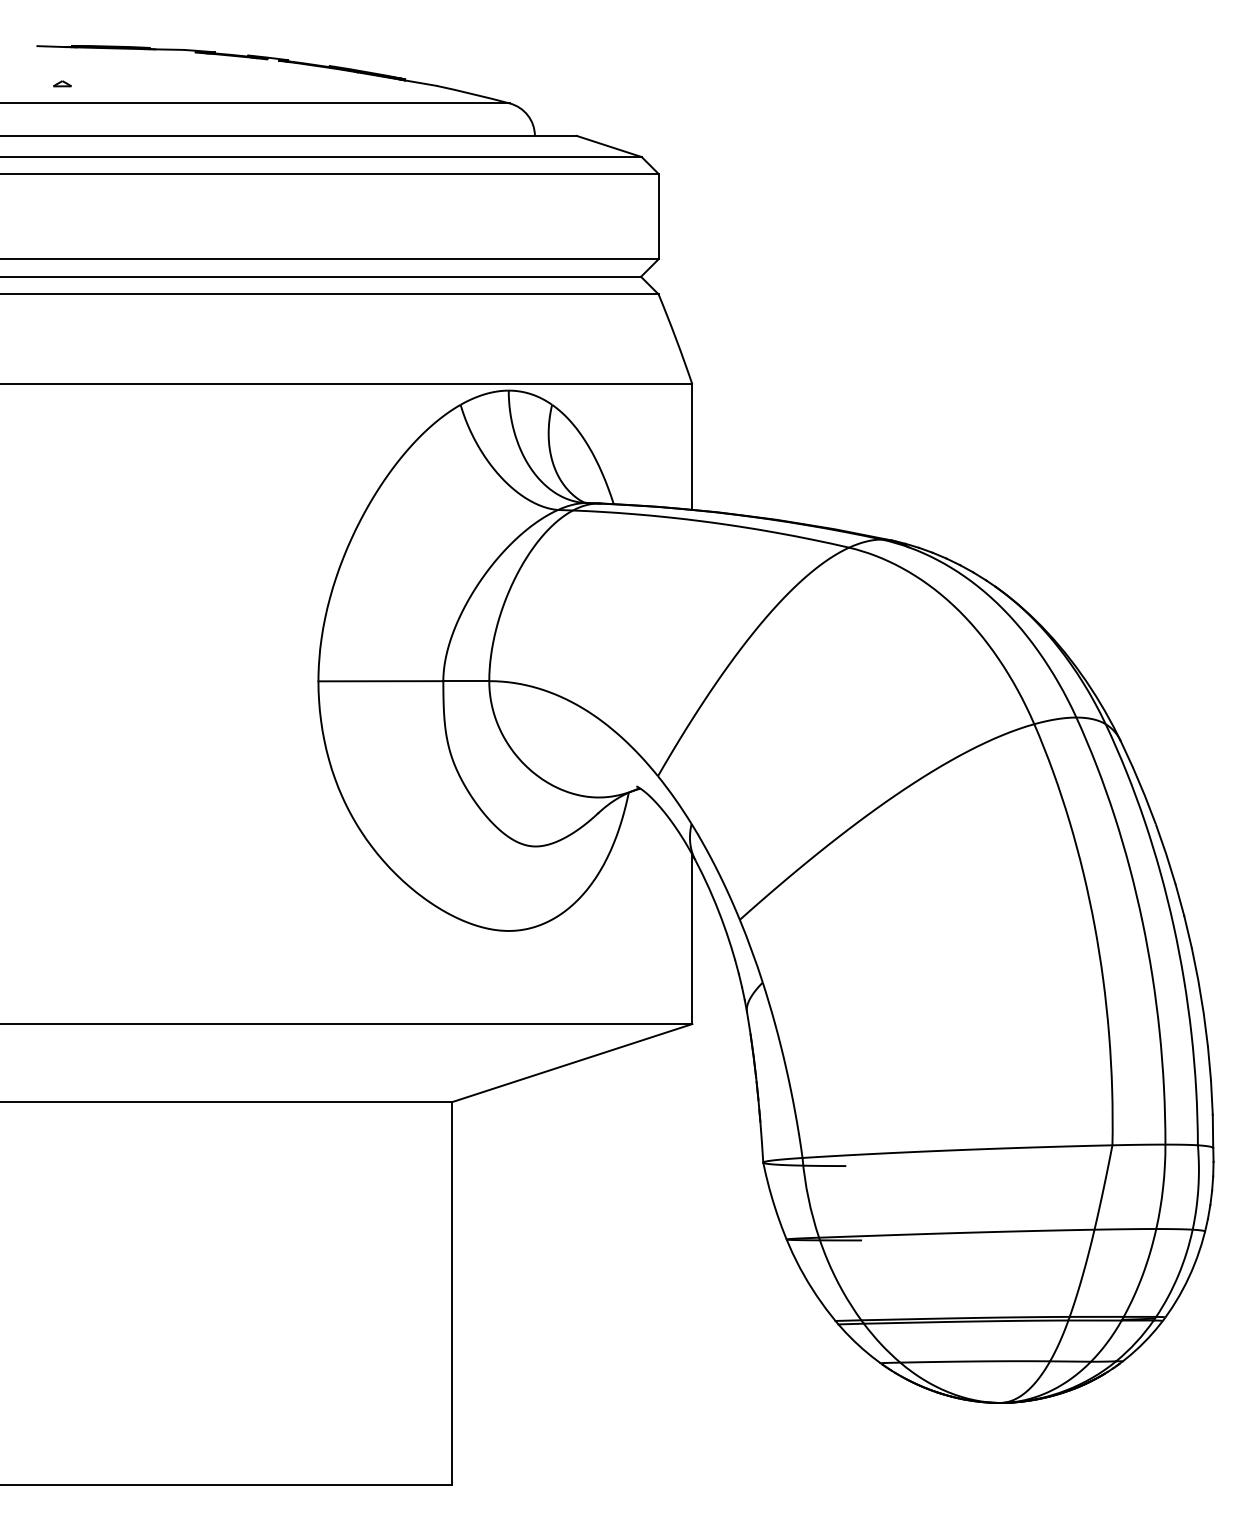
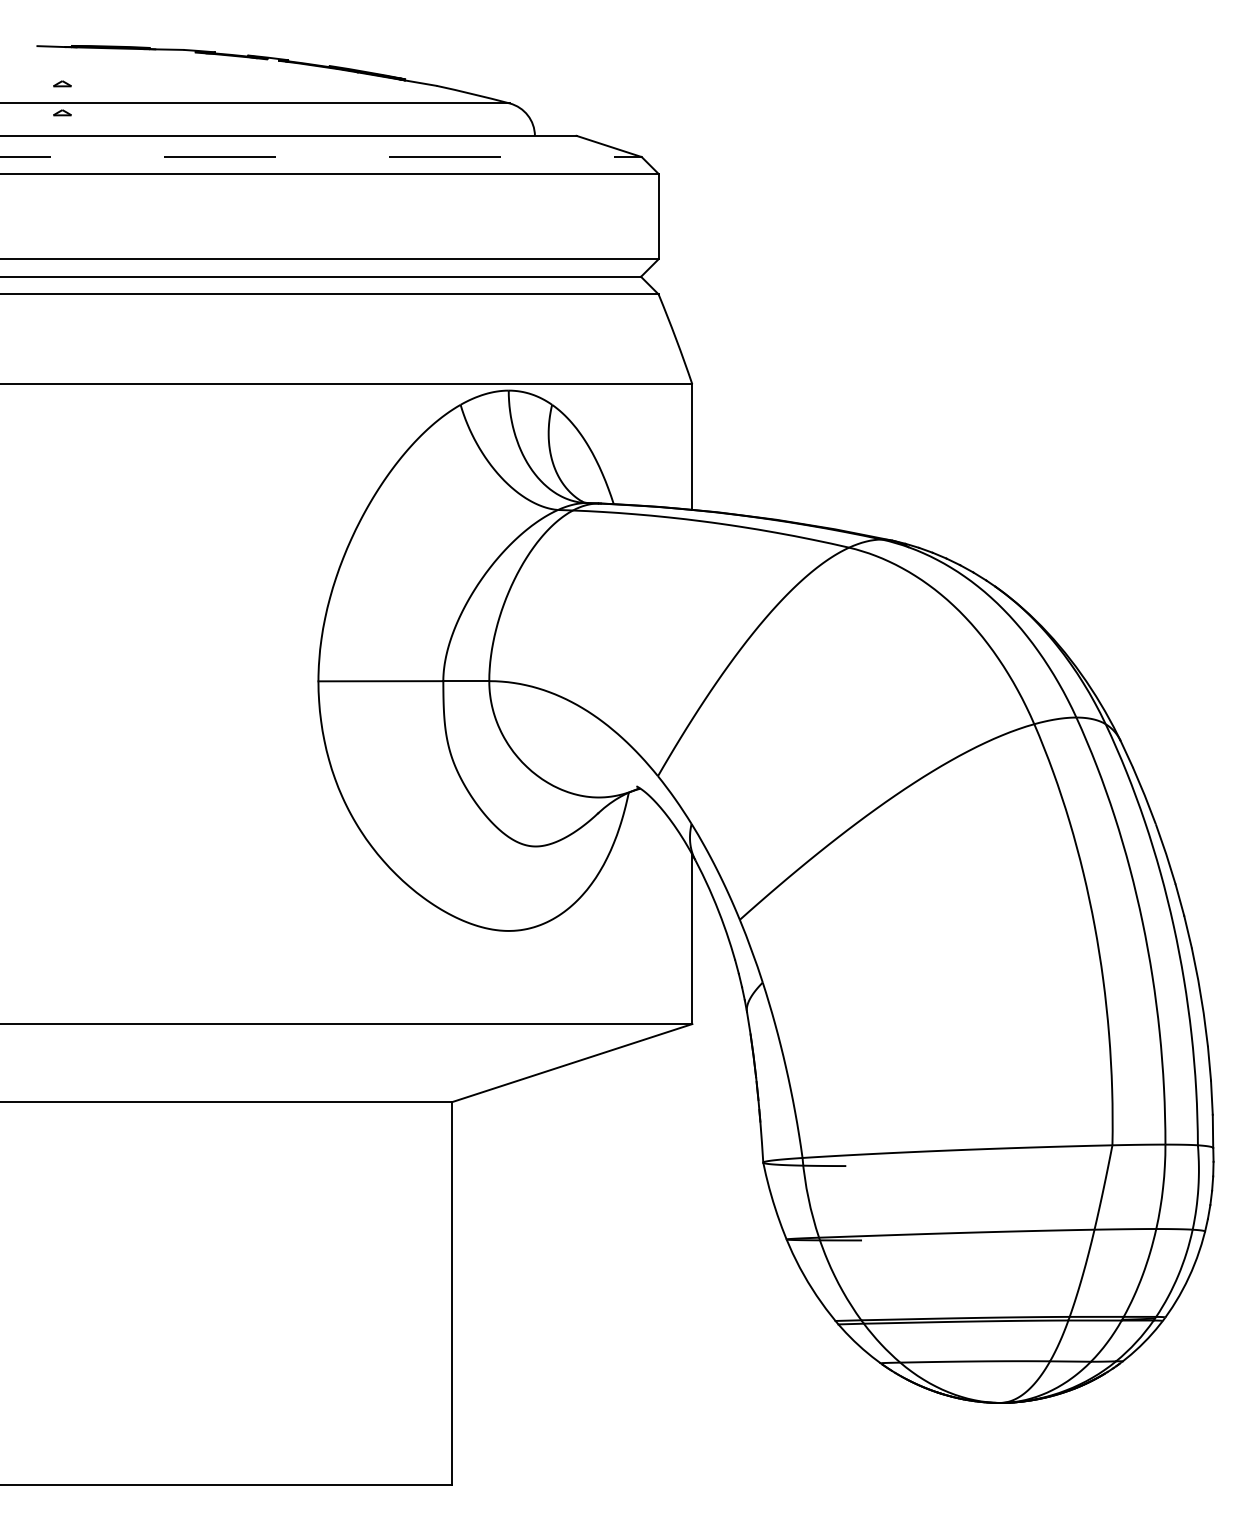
part at (62, 112): none -> present
line at (320, 157): solid -> dashed
